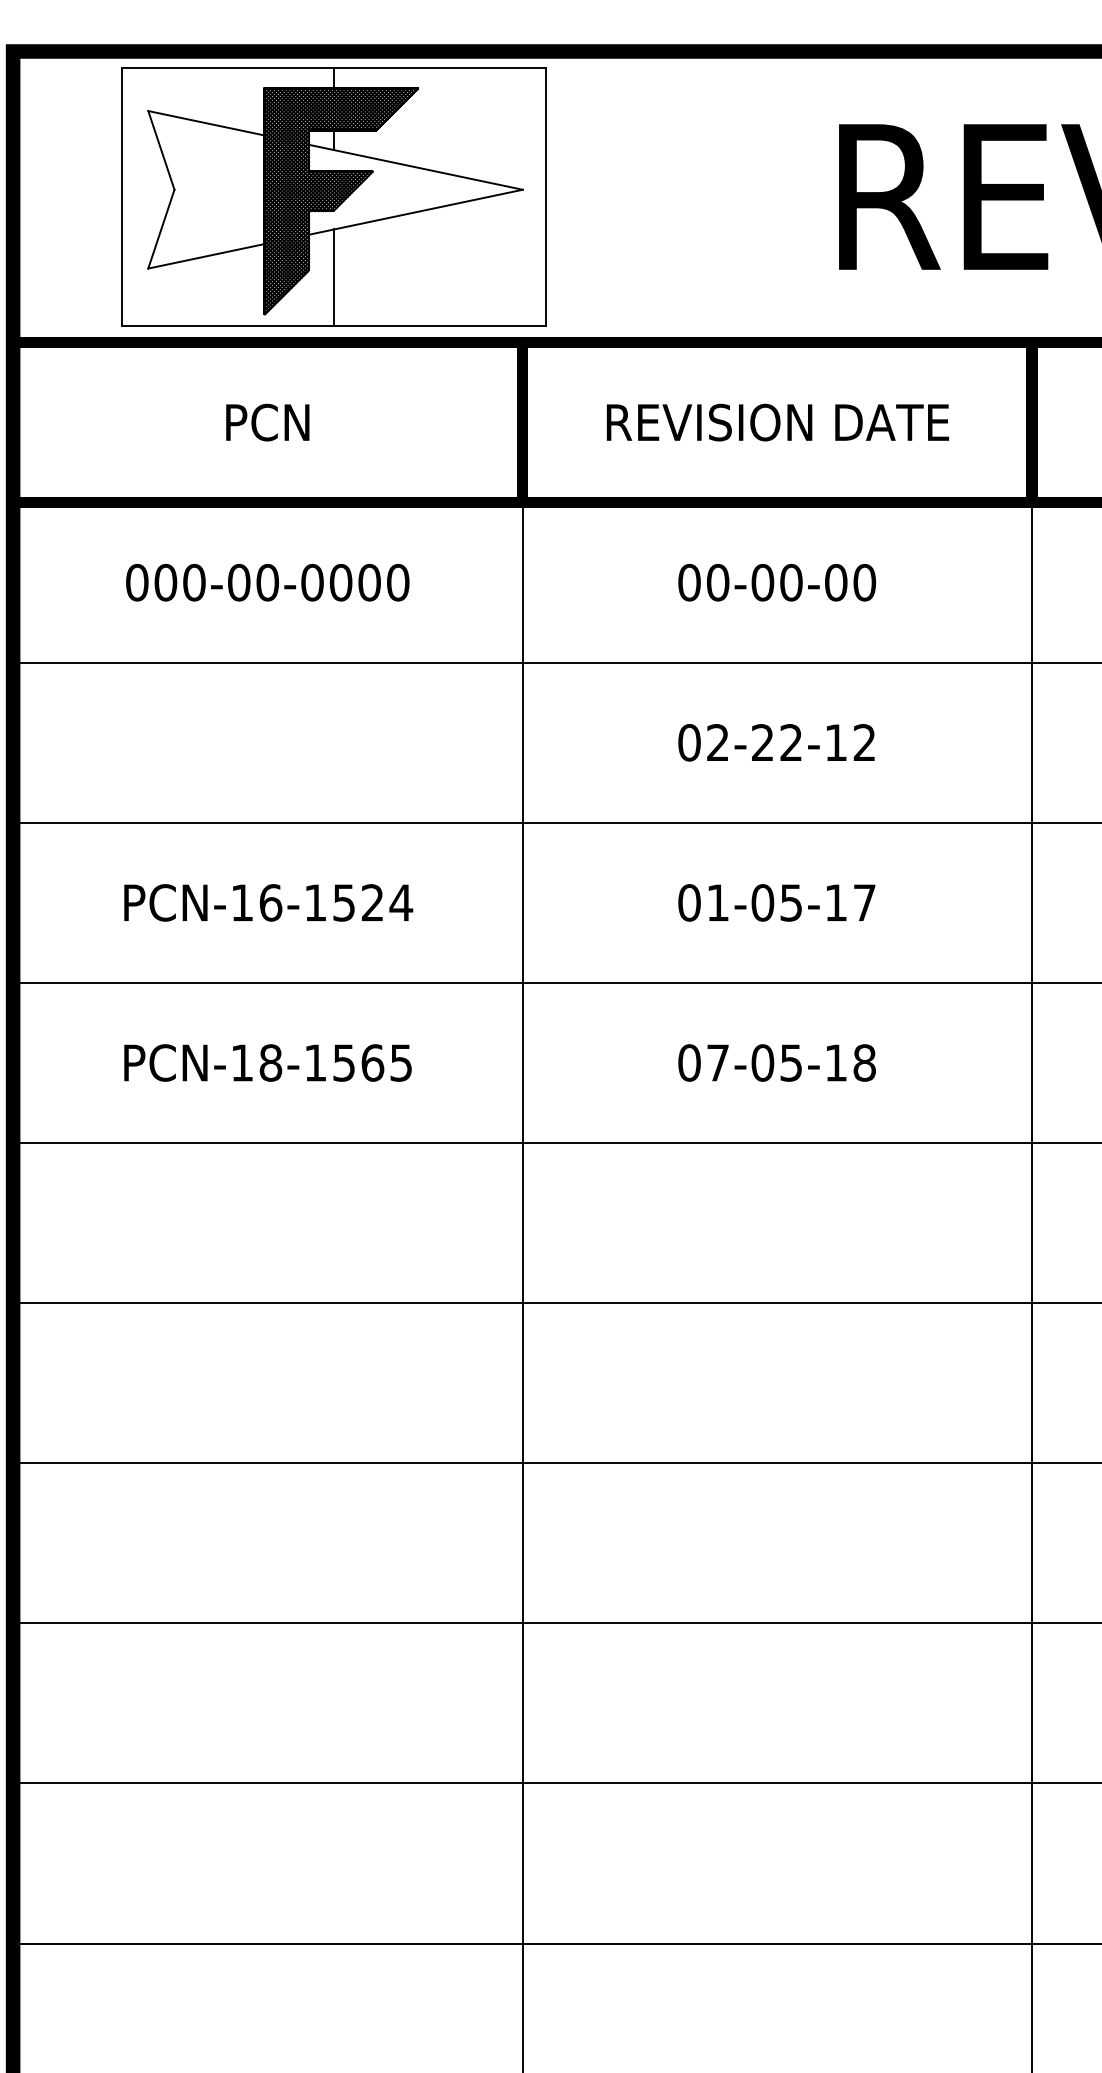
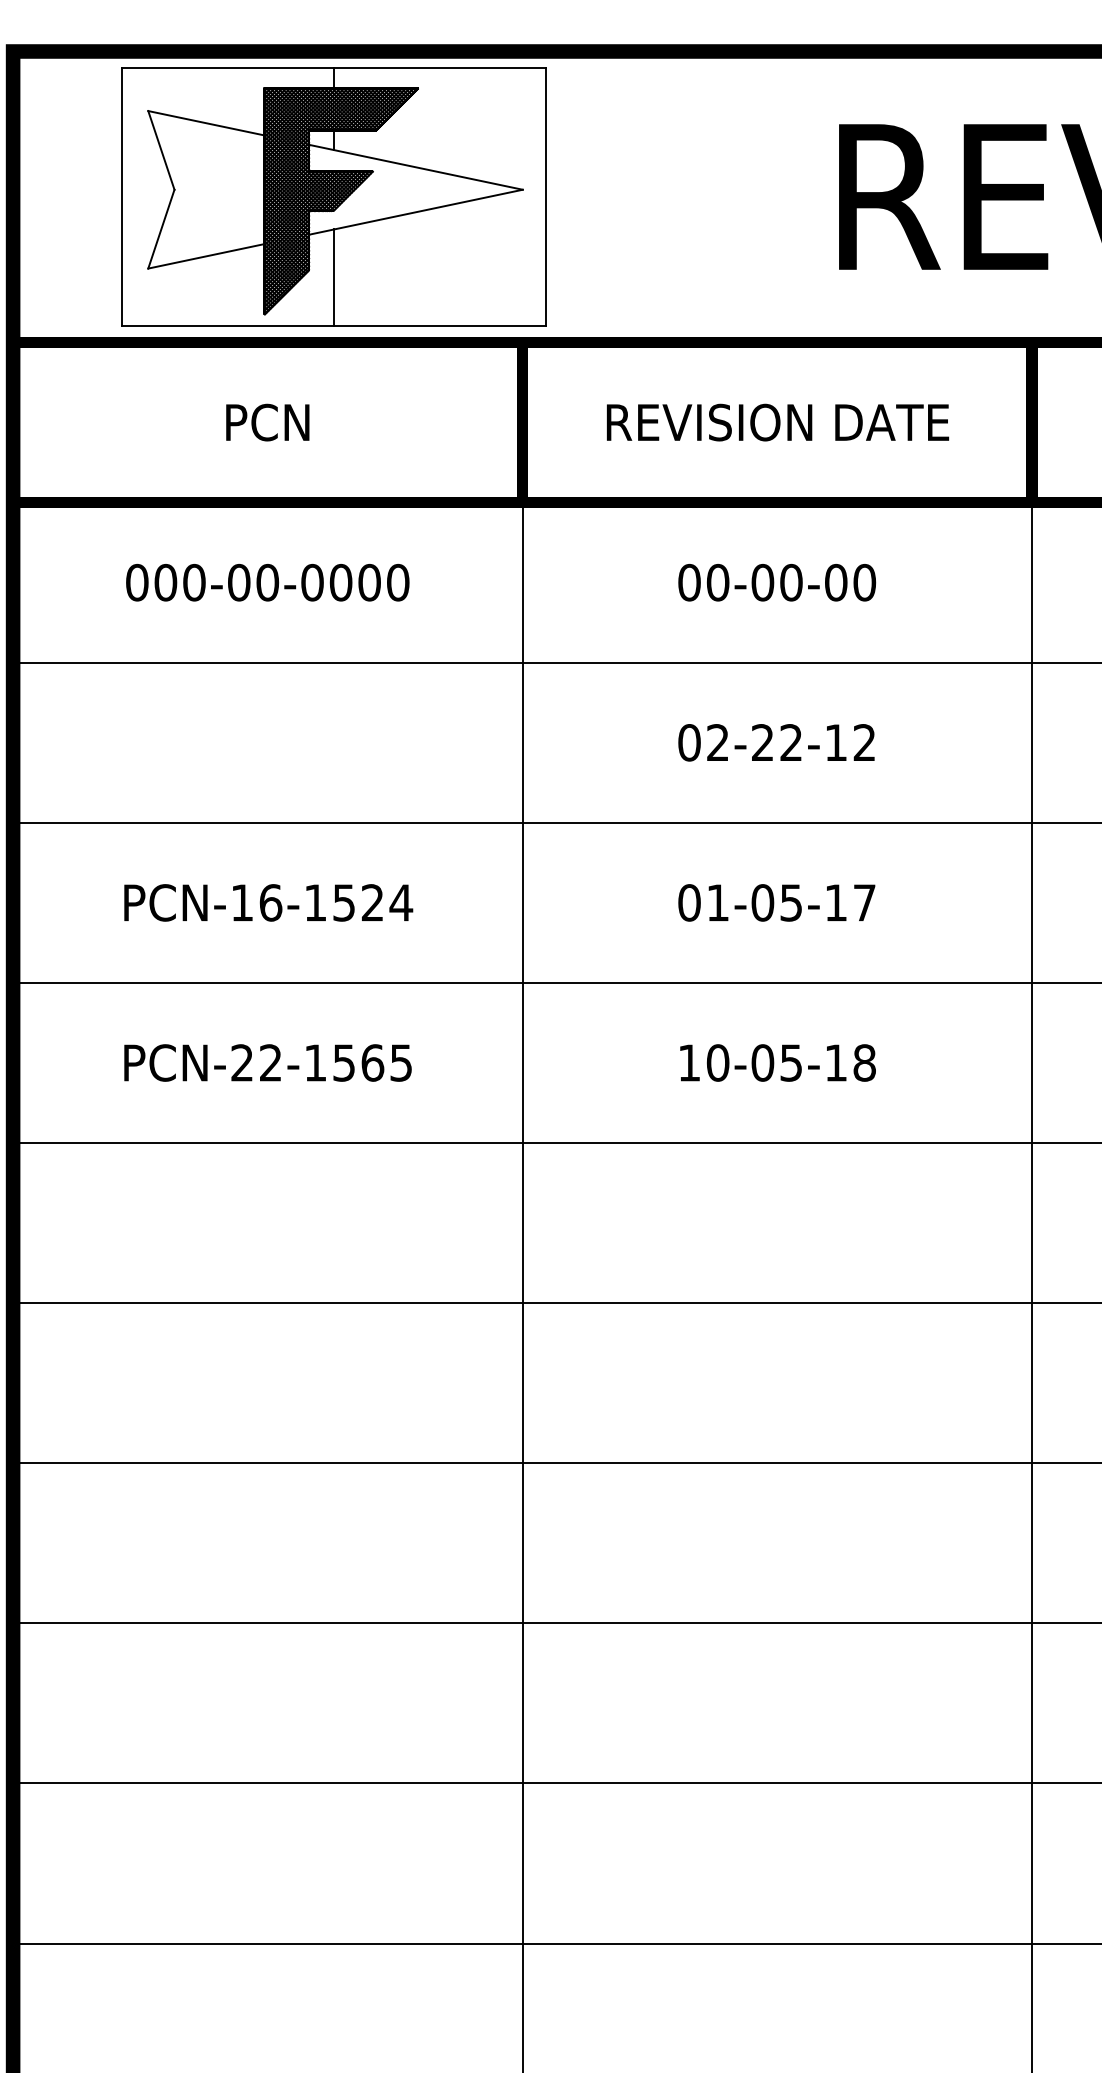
text at (256, 1062): PCN-18-1565 -> PCN-22-1565
text at (703, 1062): 07-05-18 -> 10-05-18
